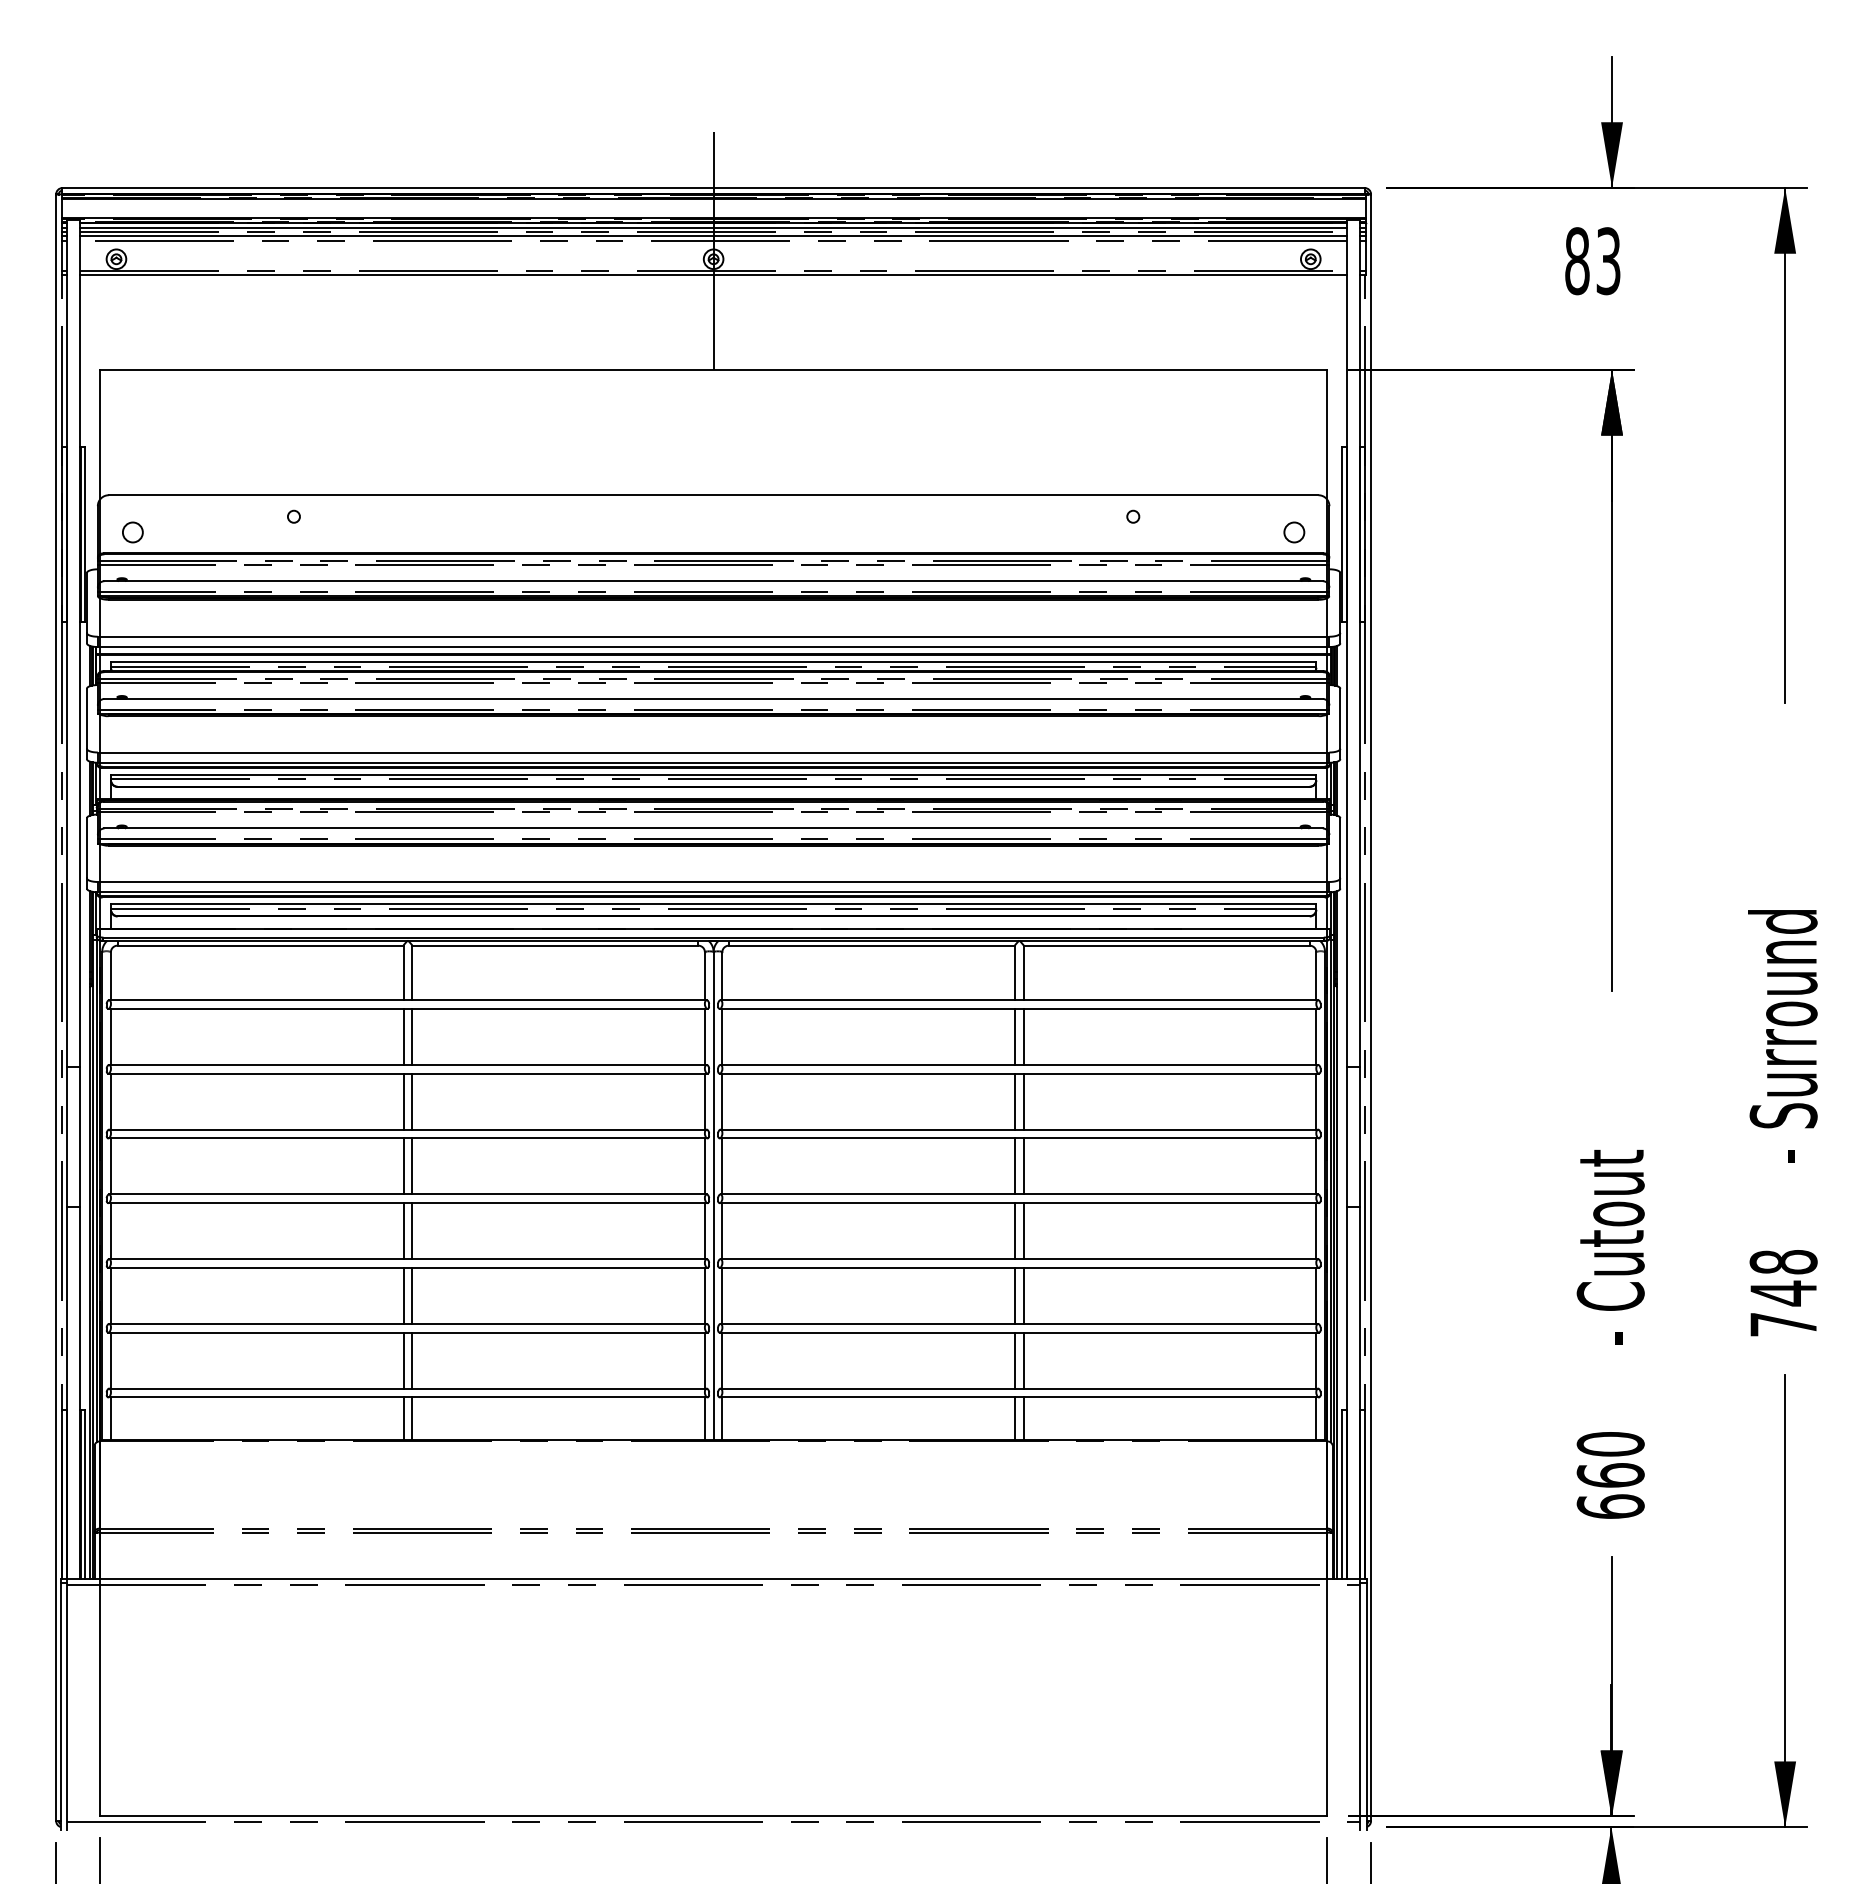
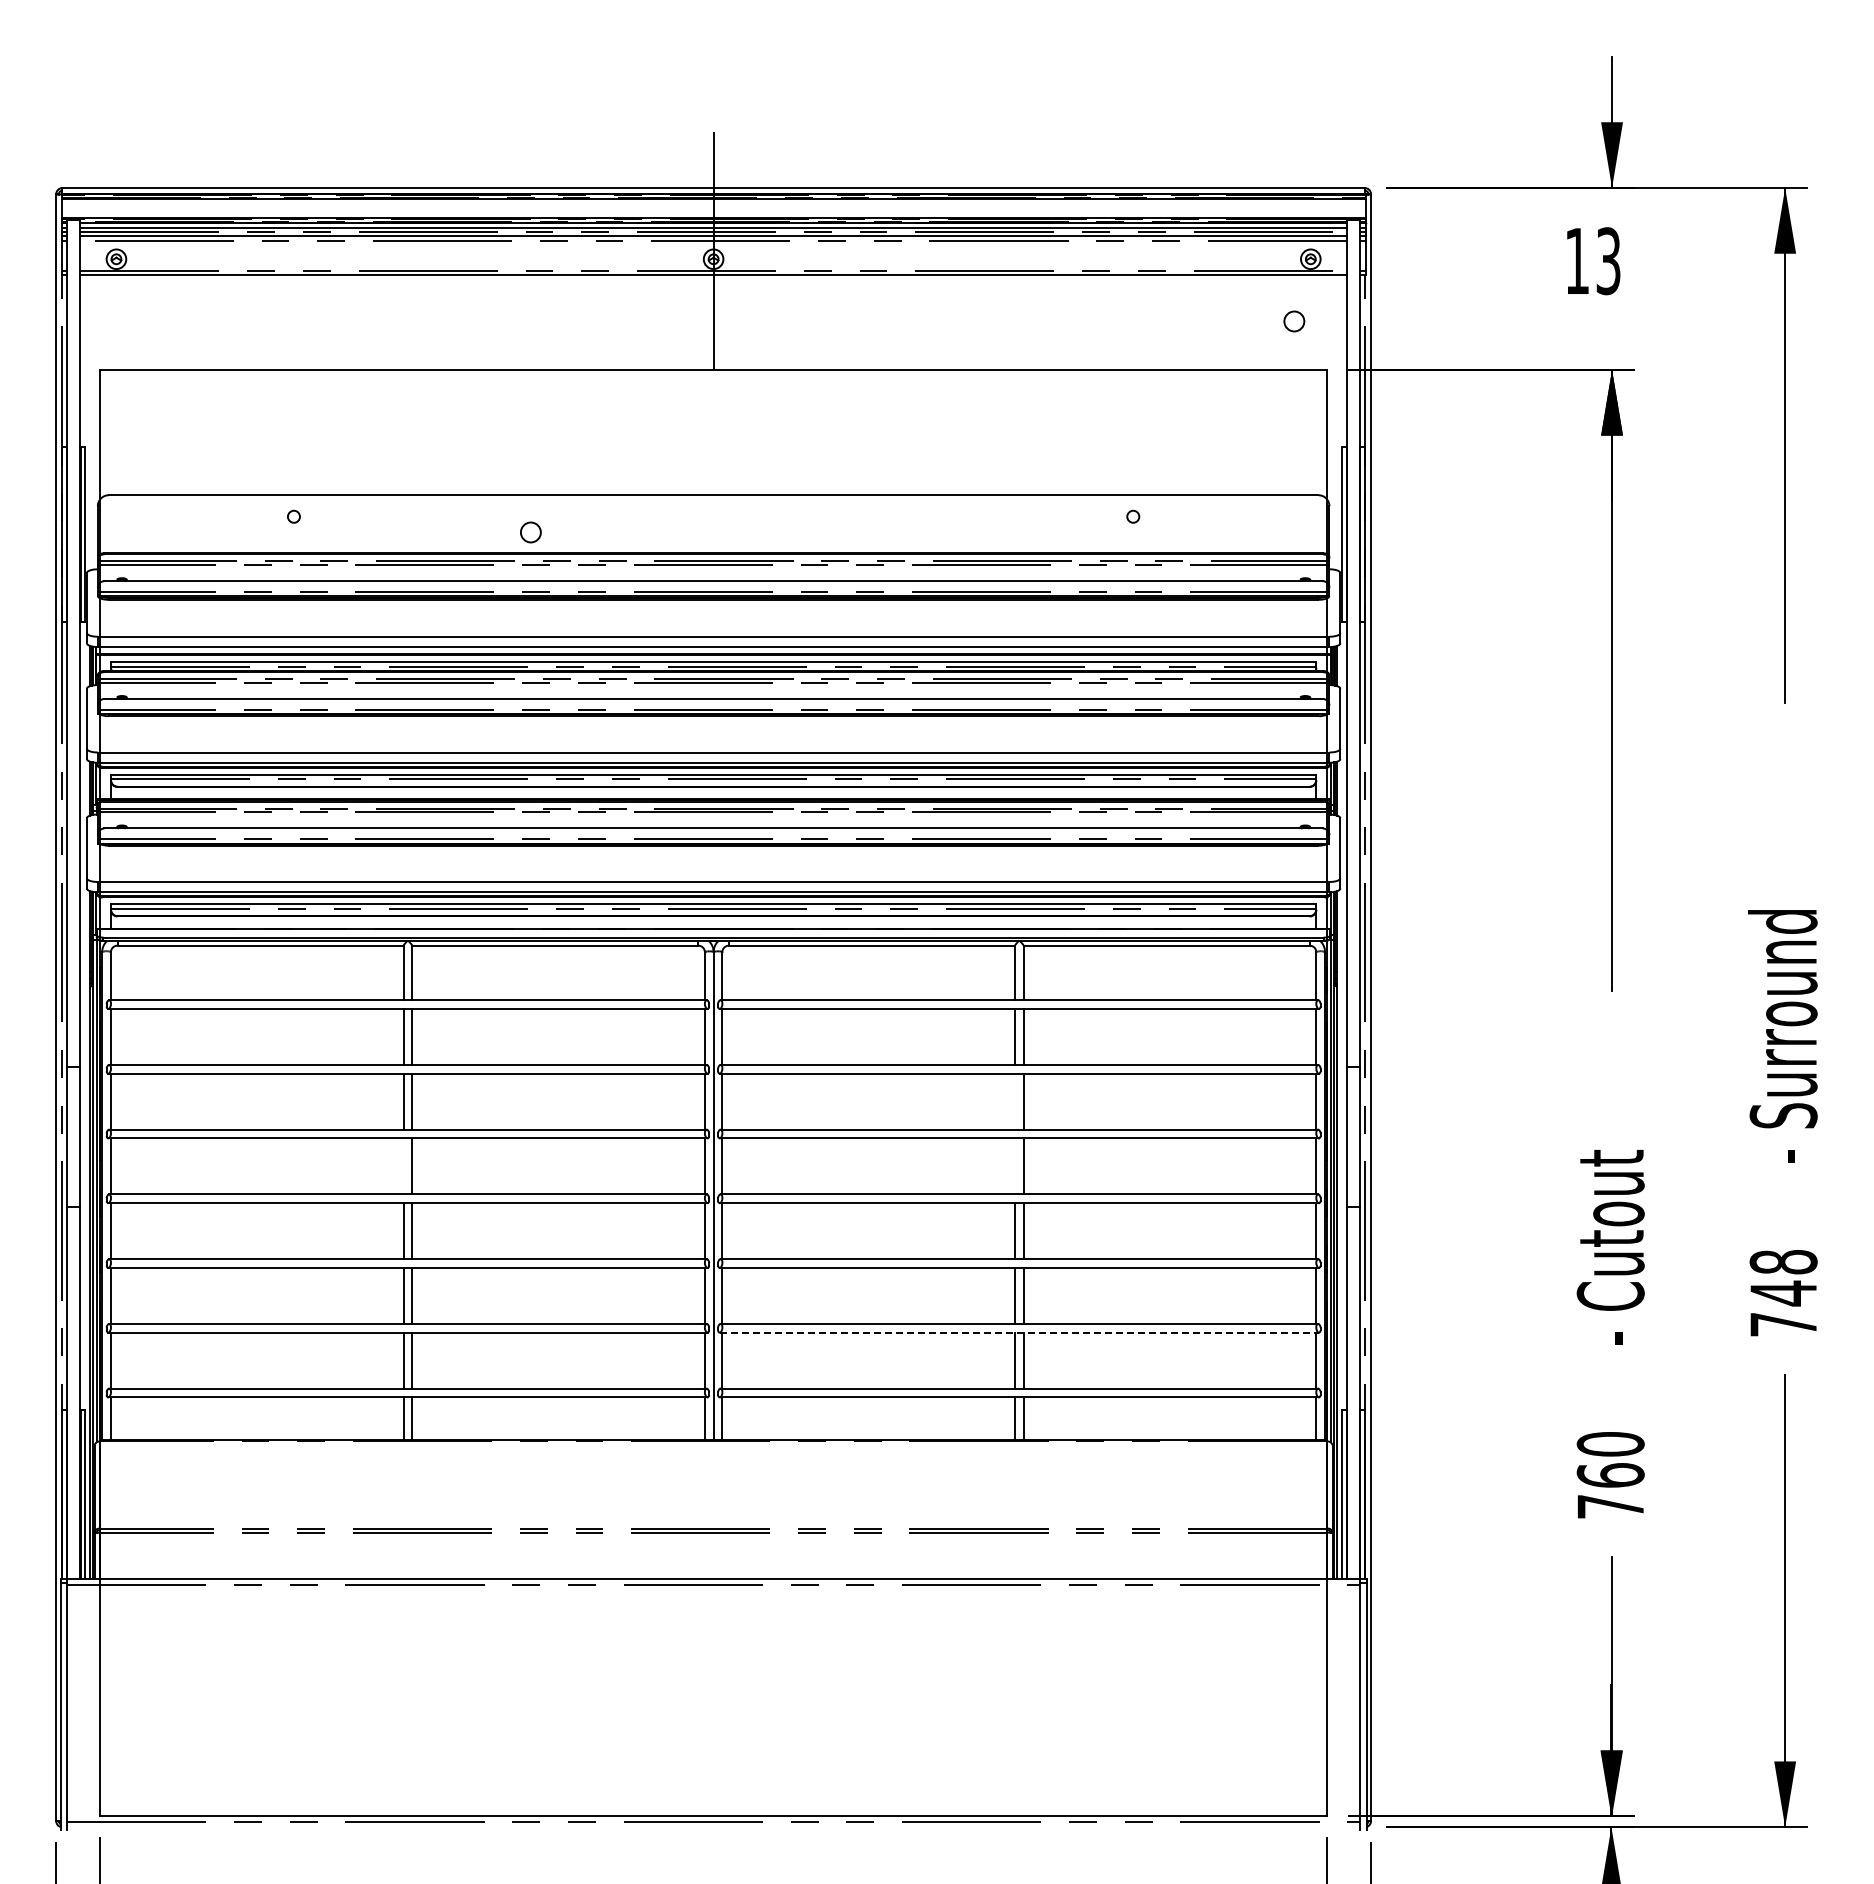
text at (1577, 261): 83 -> 13
circle at (132, 532) position: (132, 532) -> (530, 532)
circle at (1294, 532) position: (1294, 532) -> (1294, 321)
line at (1014, 1101): present -> none
line at (403, 1166): present -> none
line at (1014, 1166): present -> none
line at (1019, 1332): solid -> dashed
text at (1610, 1506): 660 -> 760
